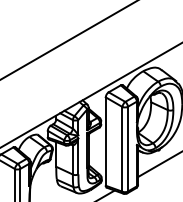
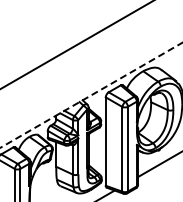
line at (68, 40) position: (68, 40) -> (76, 44)
line at (91, 95): solid -> dashed
